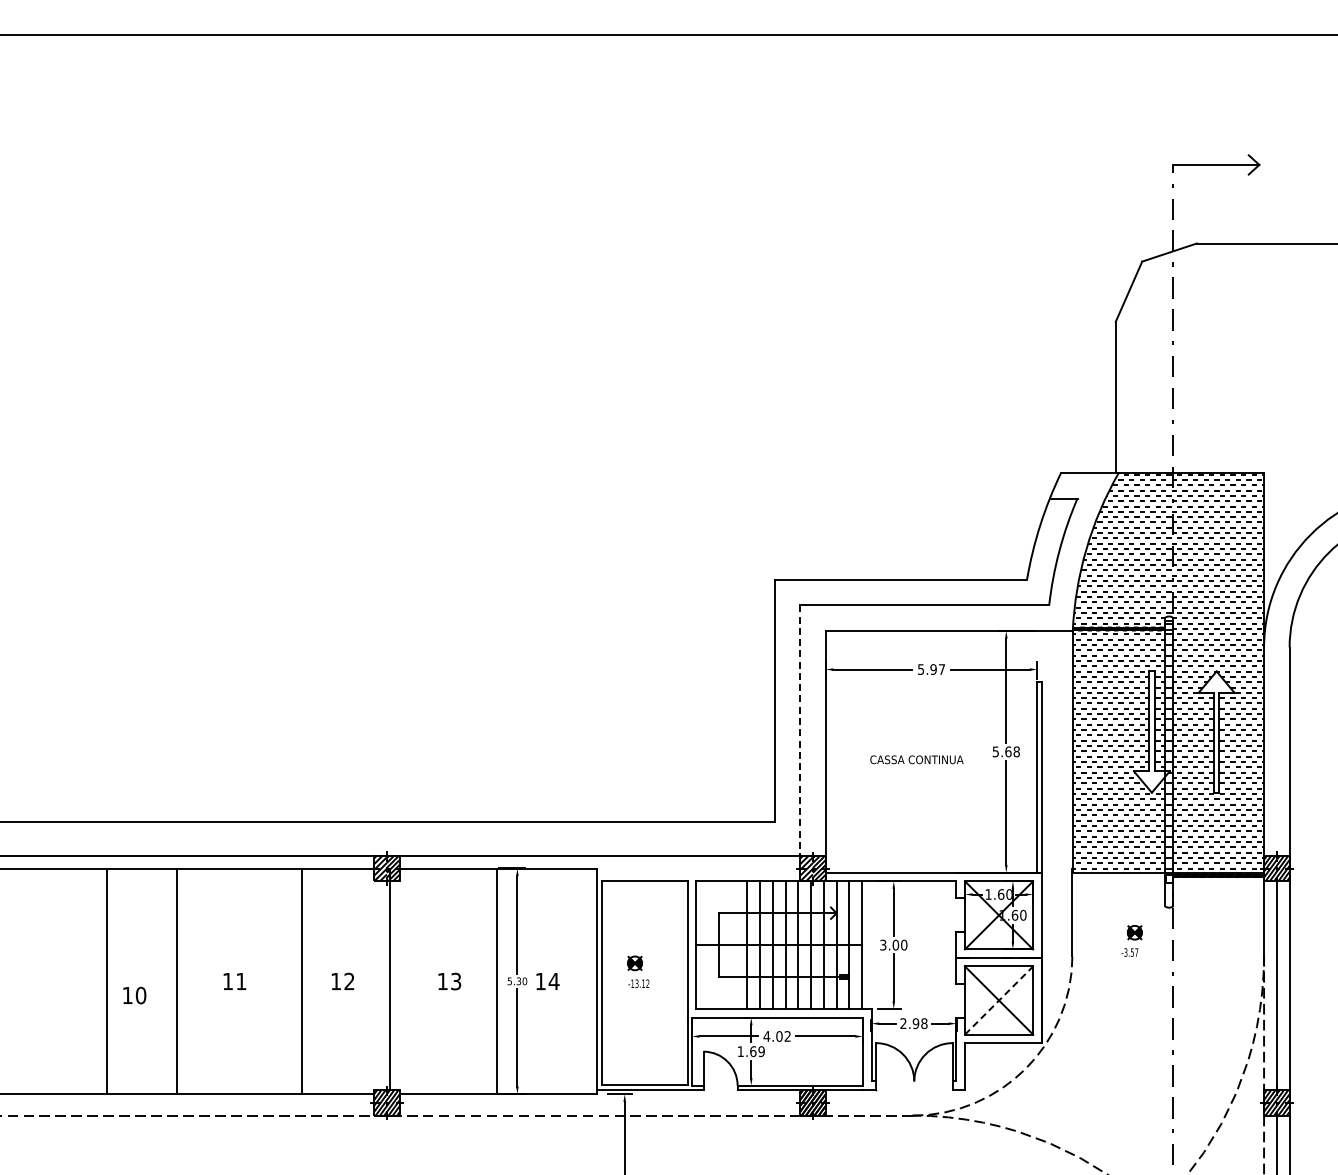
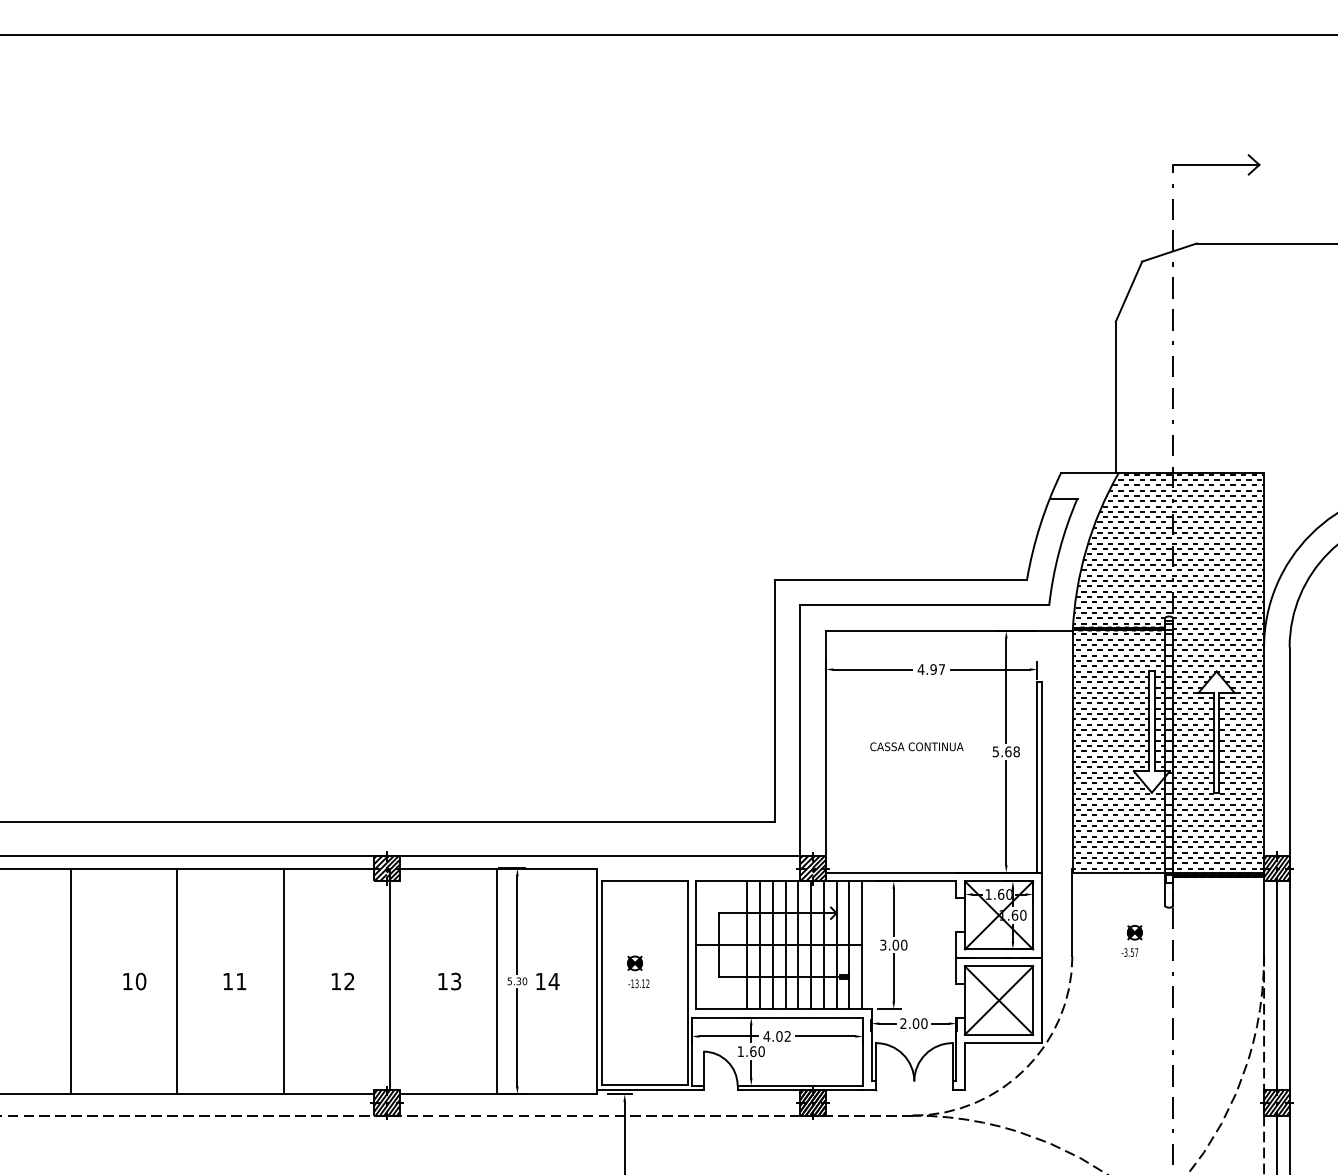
text at (920, 669): 5.97 -> 4.97
line at (800, 731): dashed -> solid
text at (916, 759) position: (916, 759) -> (916, 746)
line at (106, 981) position: (106, 981) -> (70, 981)
line at (301, 981) position: (301, 981) -> (283, 981)
text at (134, 995) position: (134, 995) -> (134, 981)
line at (999, 1000): dashed -> solid
text at (919, 1023): 2.98 -> 2.00
text at (761, 1051): 1.69 -> 1.60
